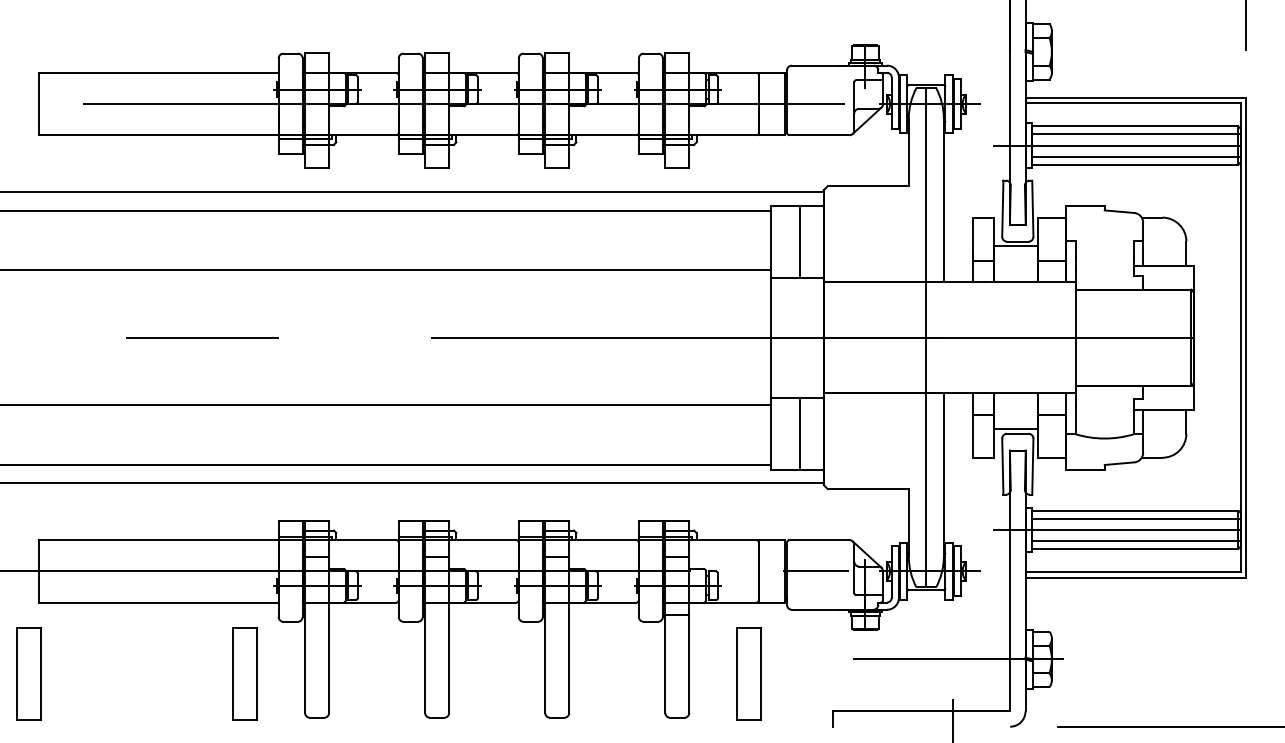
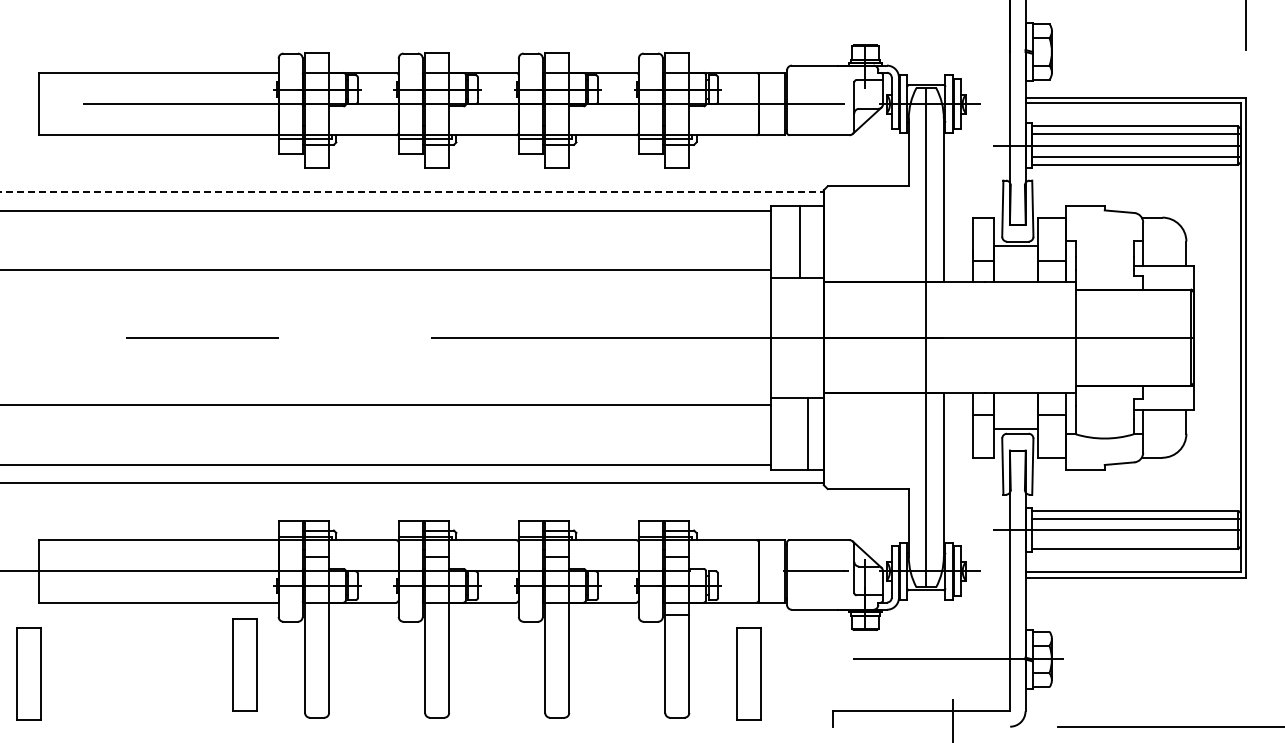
line at (412, 192): solid -> dashed
line at (799, 433) position: (799, 433) -> (807, 433)
line at (1135, 540): present -> none
part at (244, 673) position: (244, 673) -> (244, 664)
